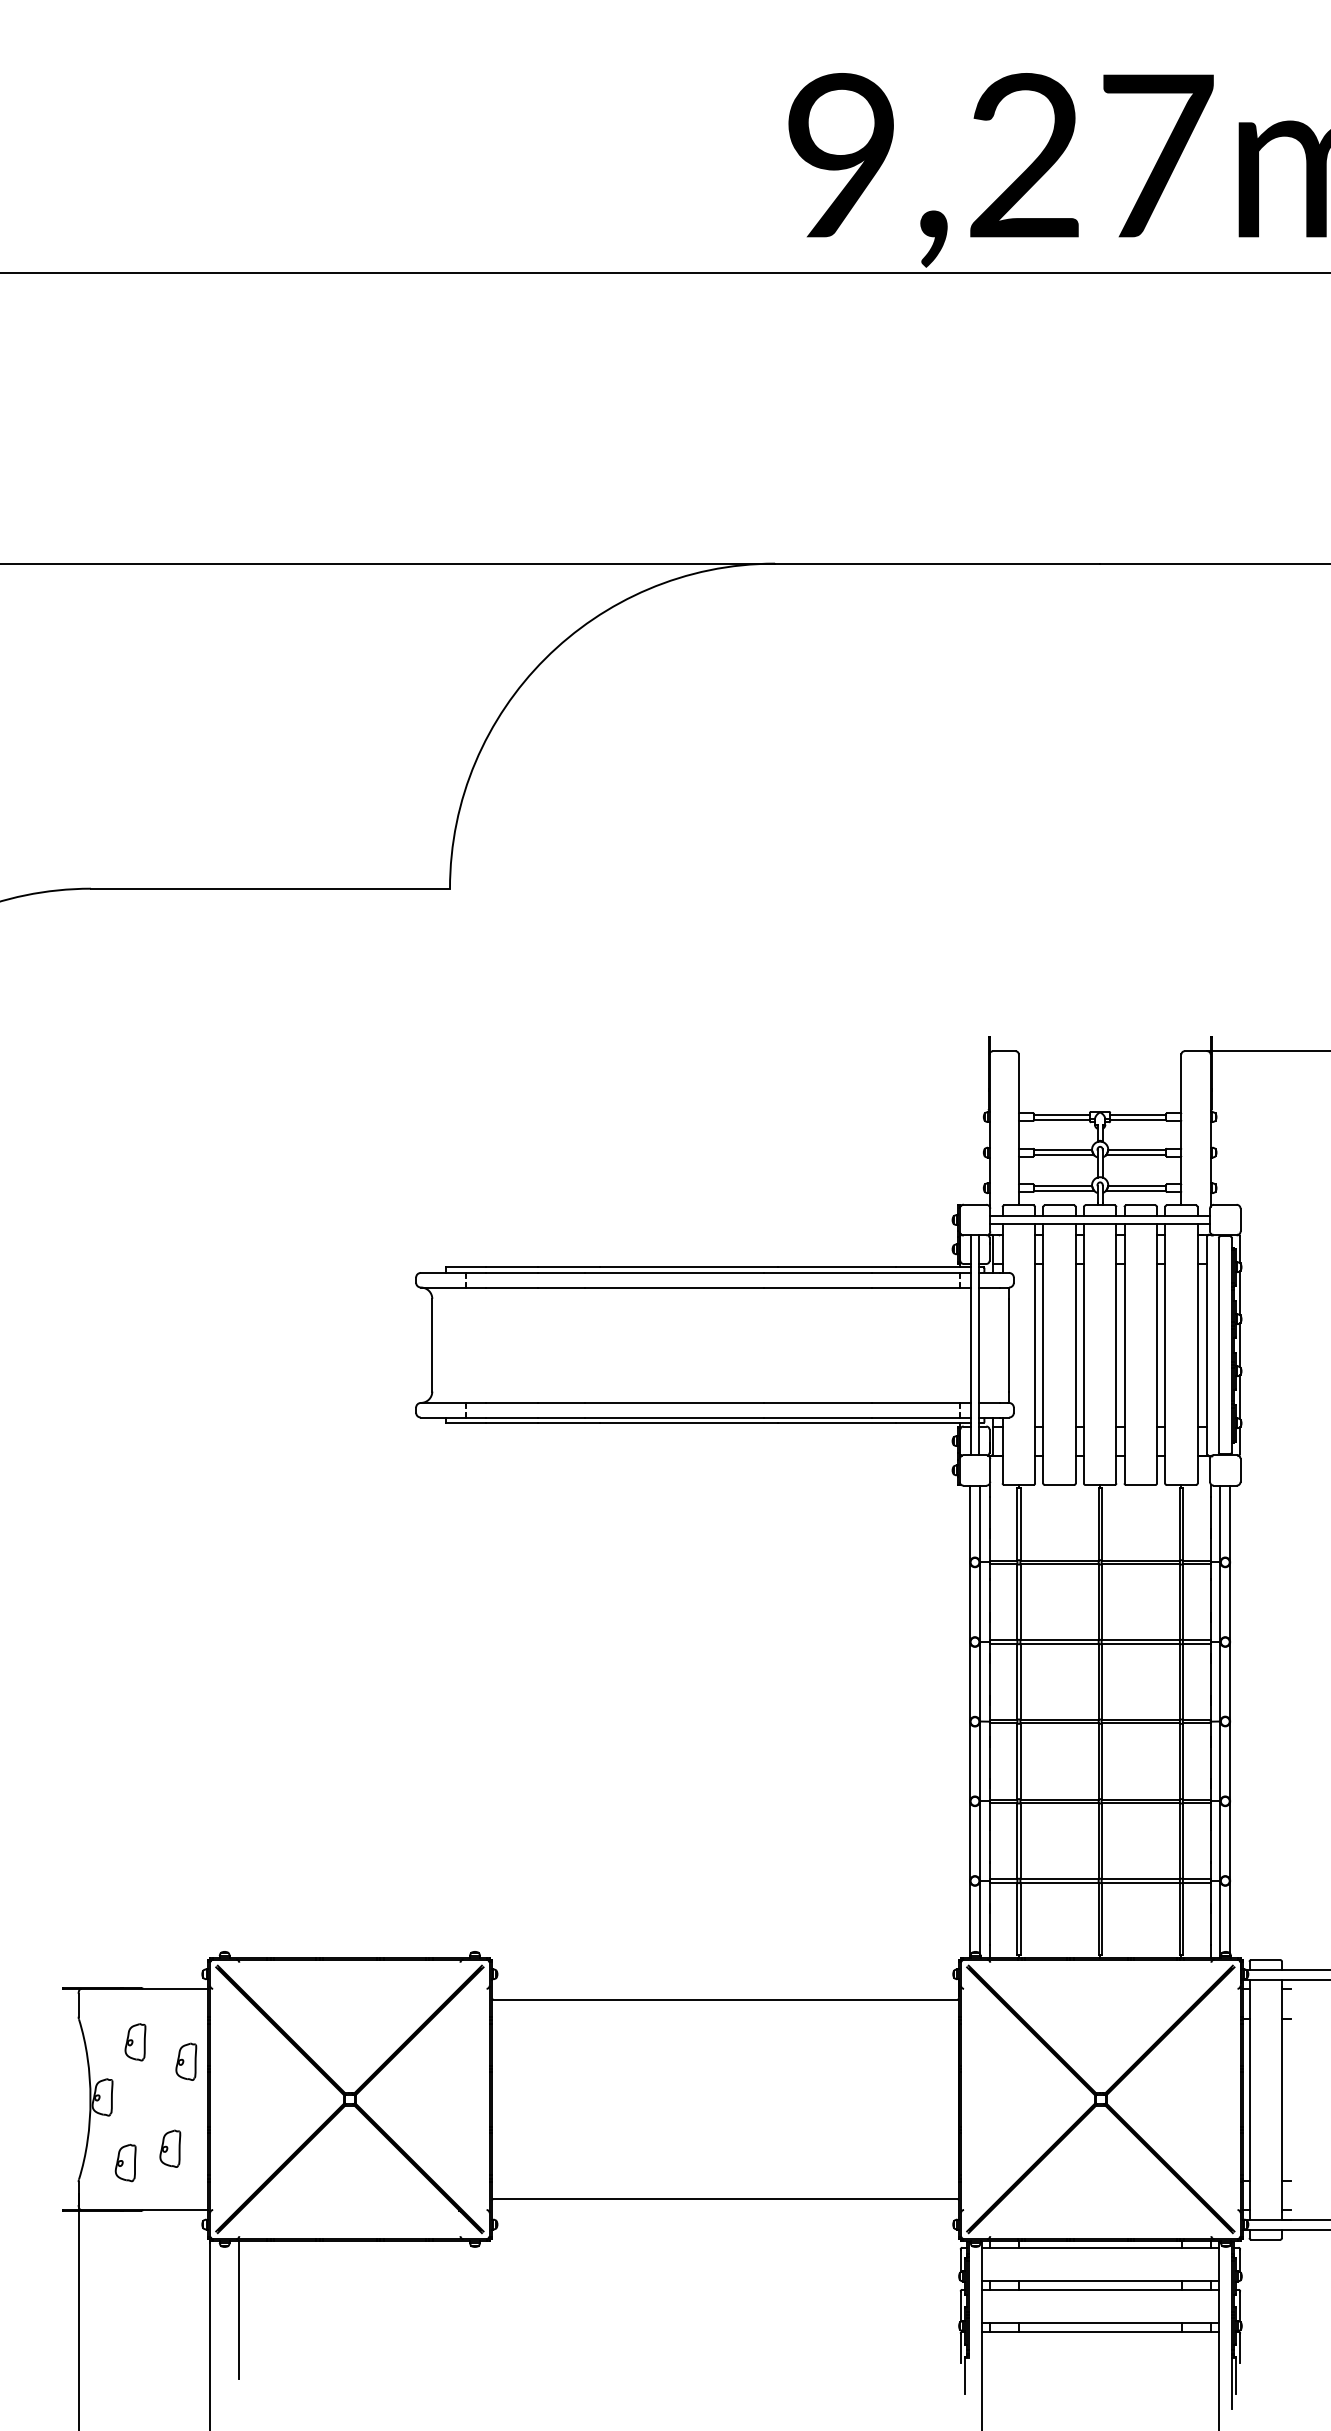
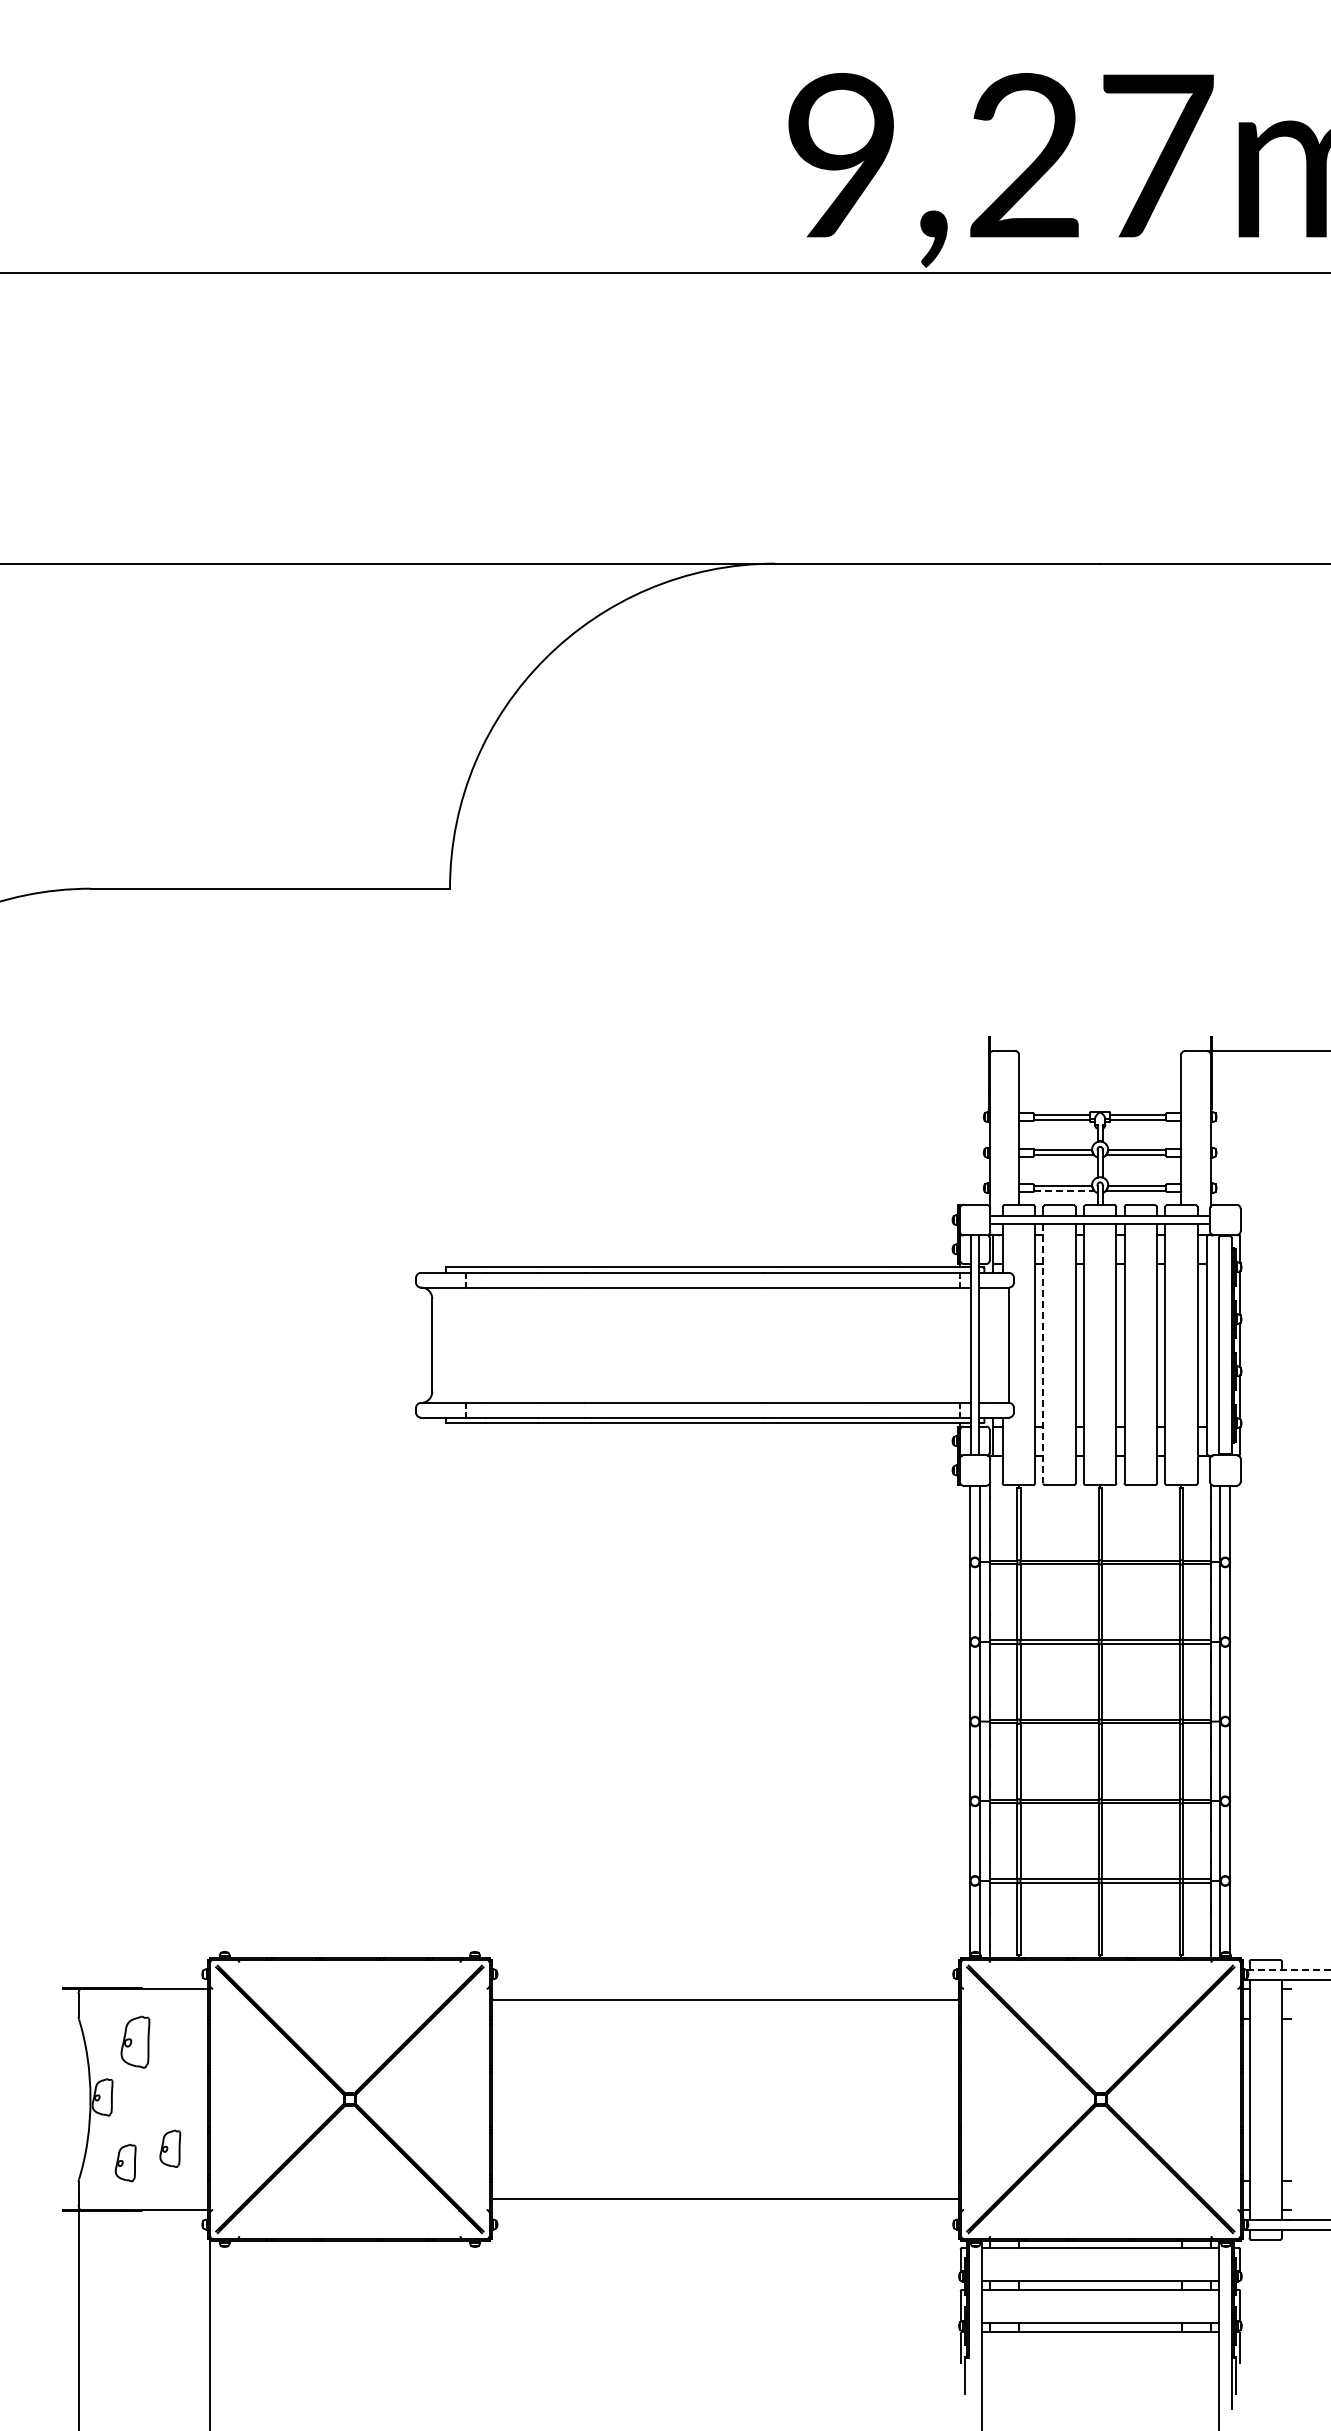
line at (1064, 1190): solid -> dashed
line at (1043, 1354): solid -> dashed
line at (1288, 1969): solid -> dashed
part at (135, 2042) size: 23x39 px -> 31x54 px
part at (186, 2061): present -> none
line at (239, 2309): present -> none
